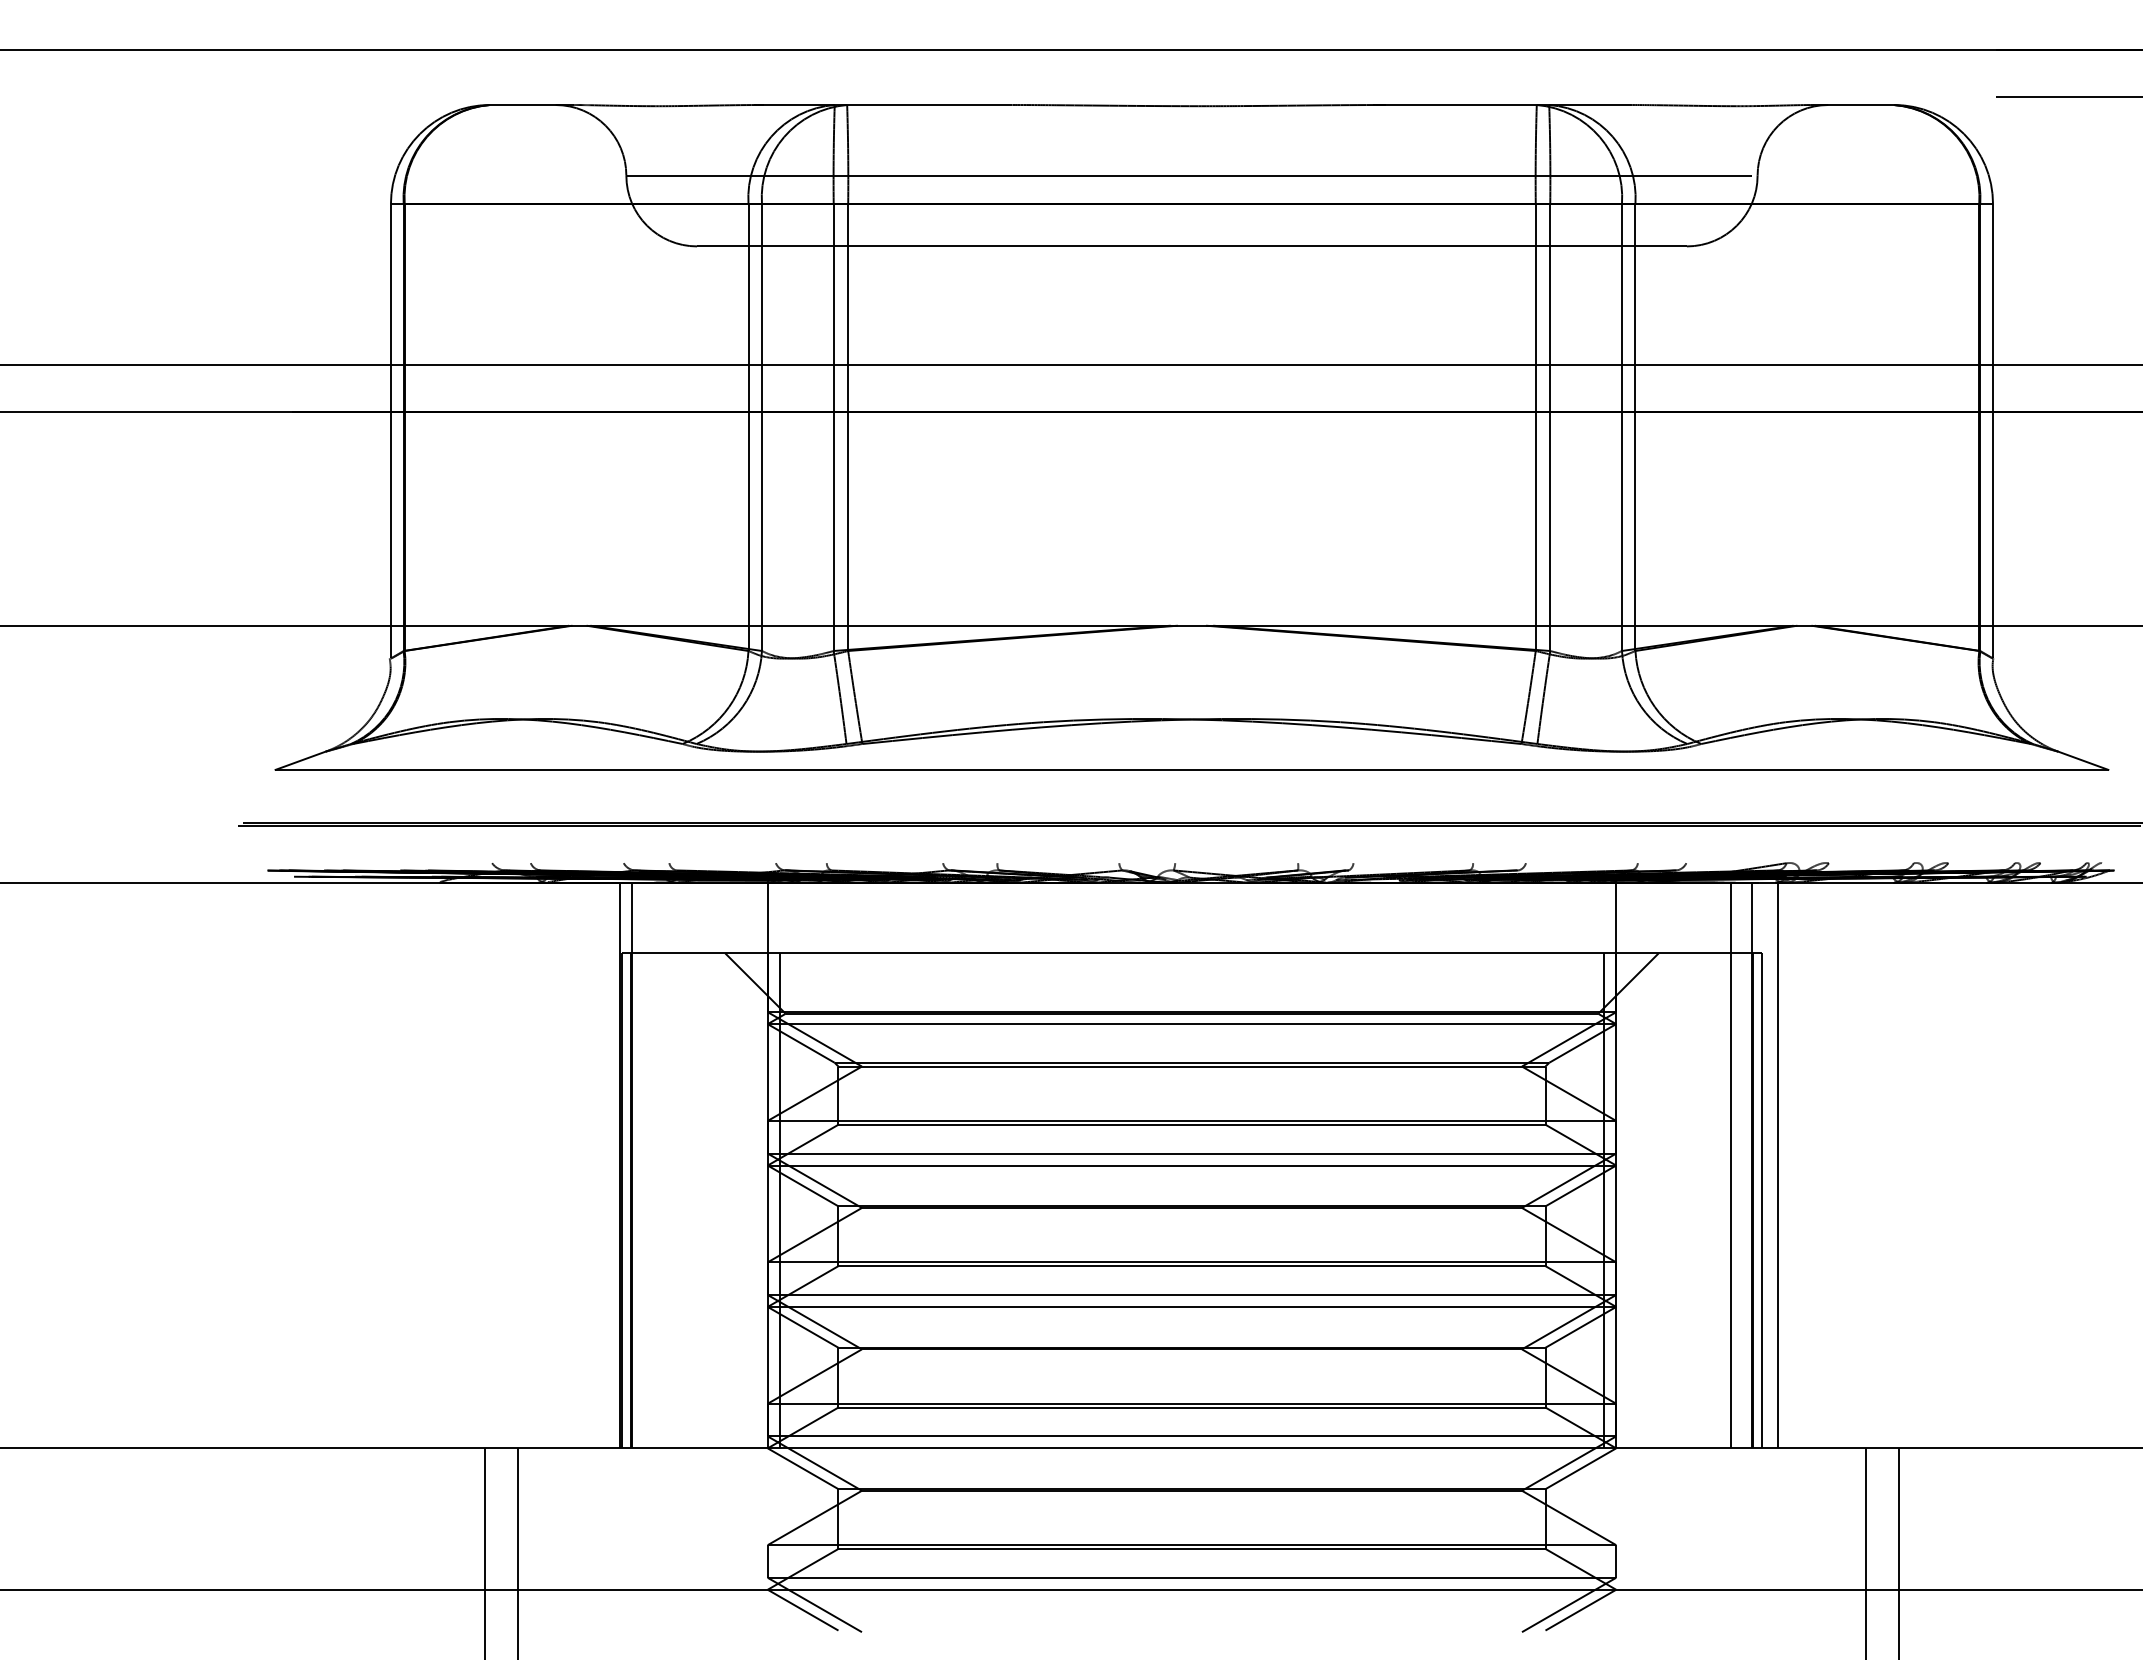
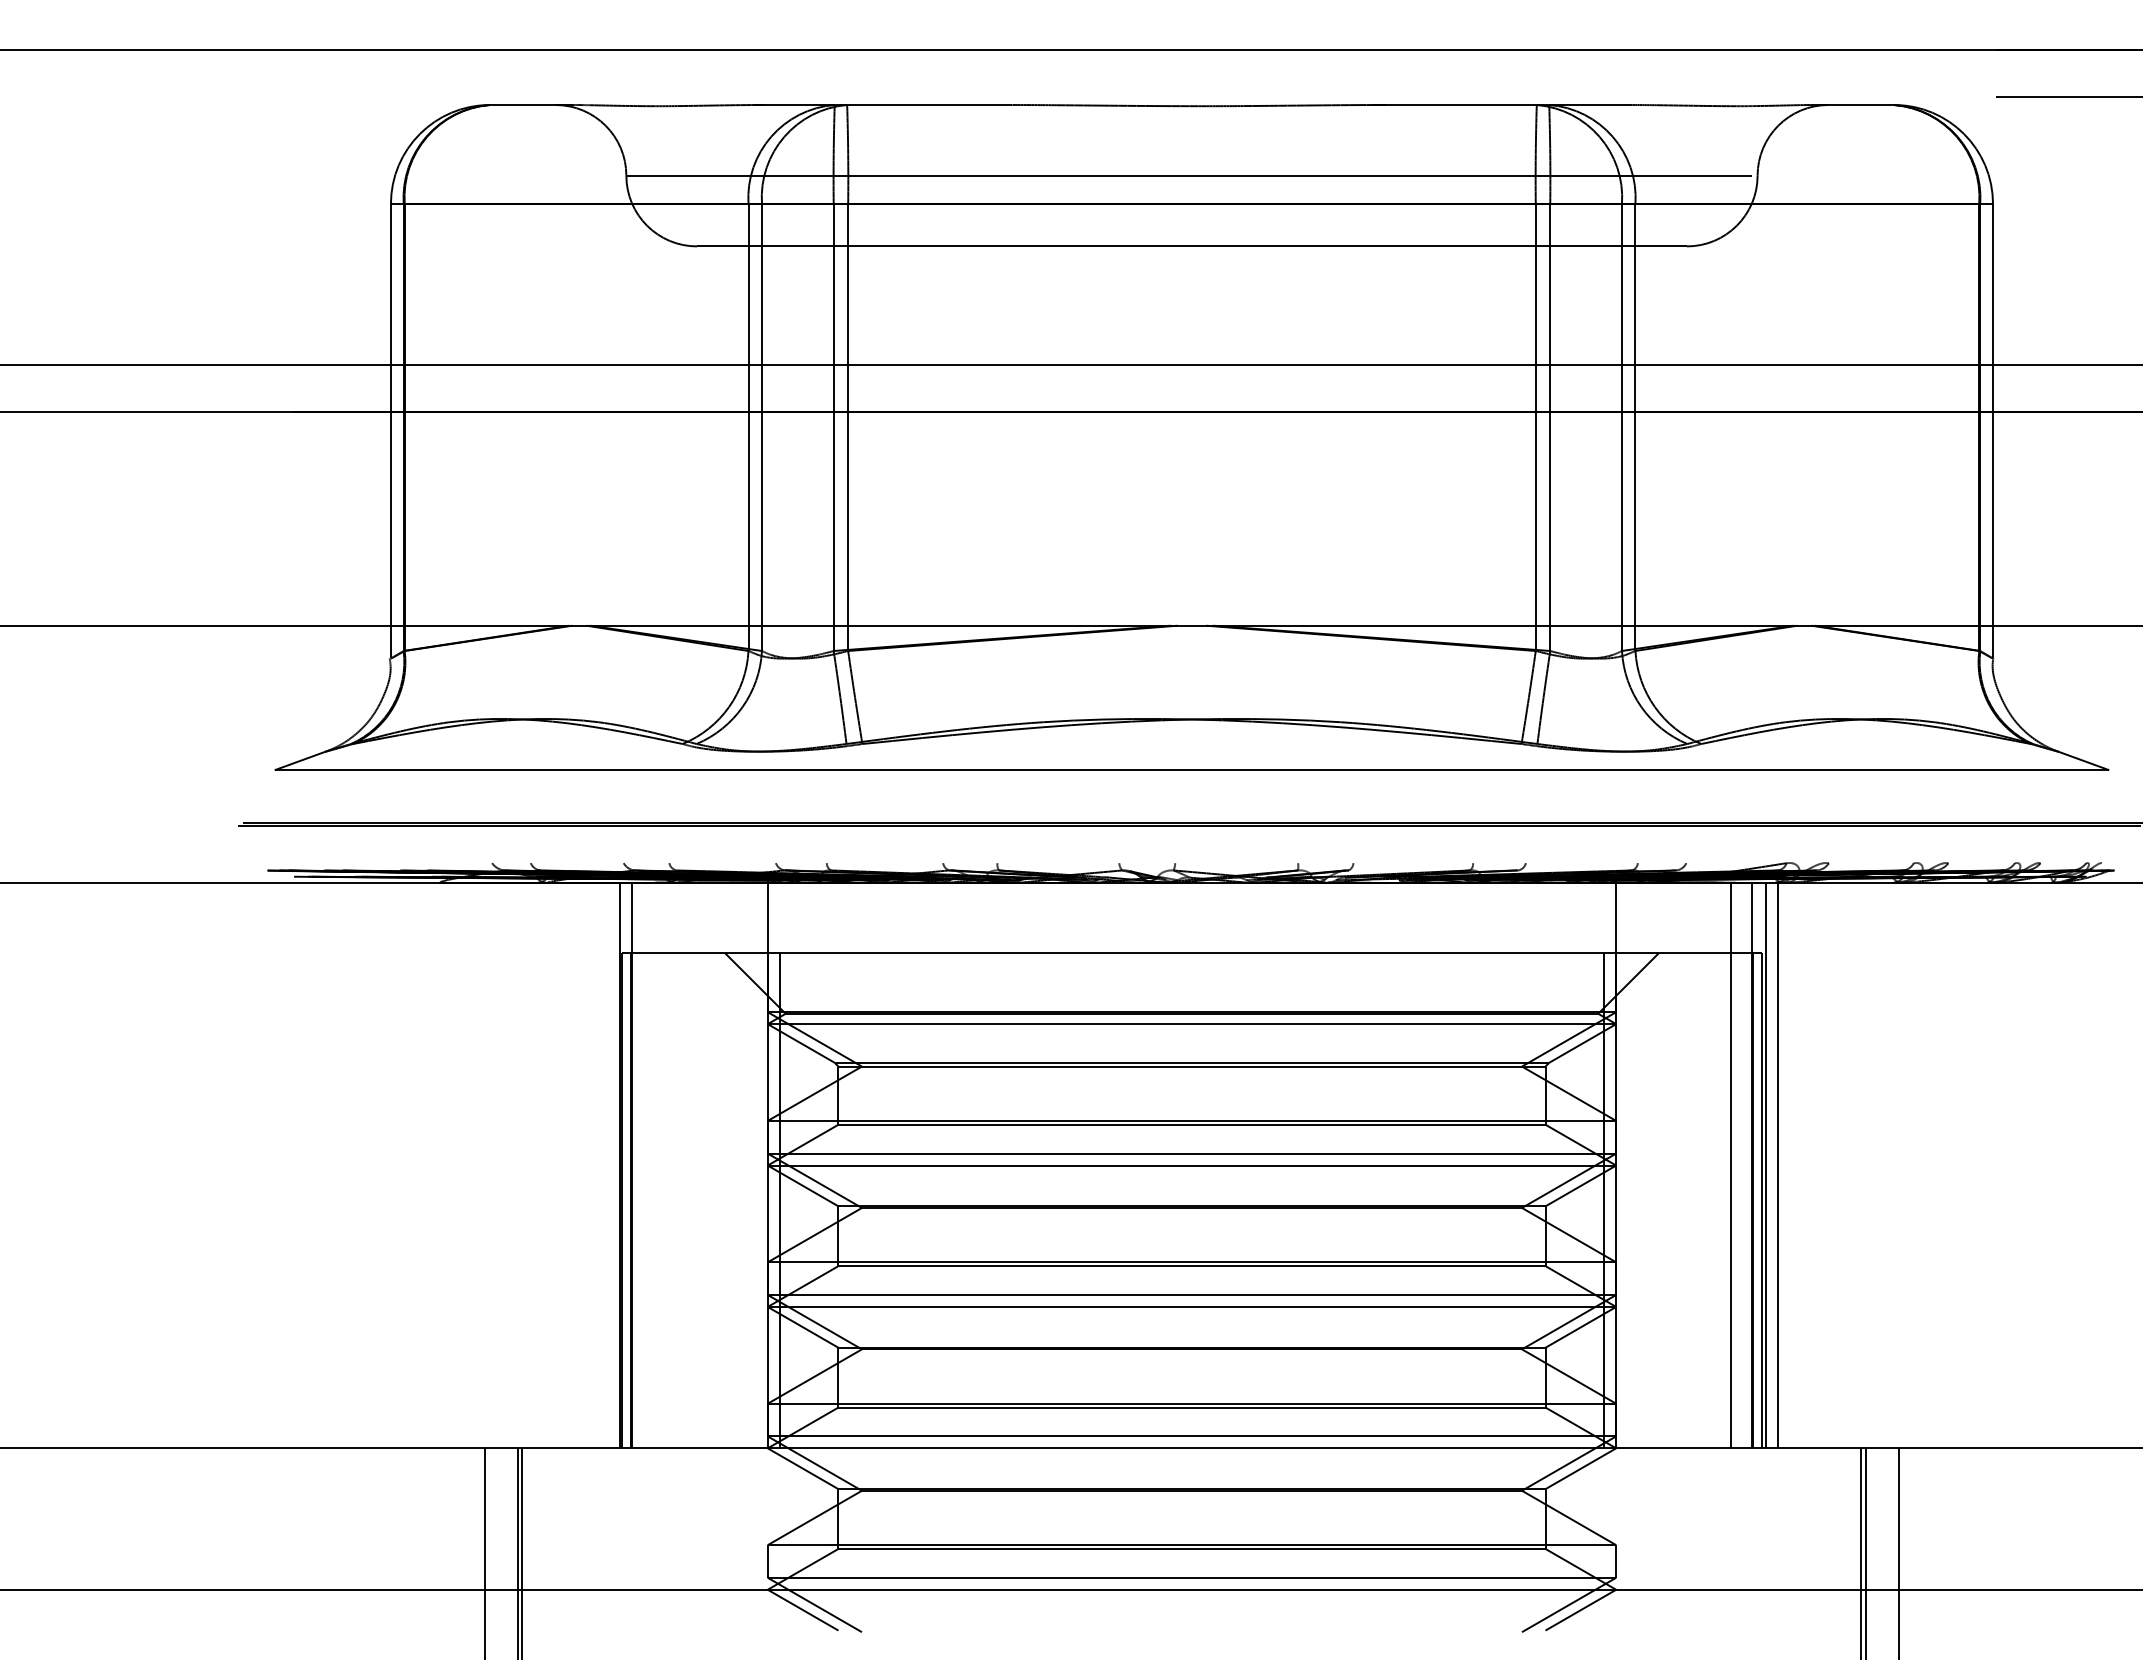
line at (1765, 1165): none -> present
line at (522, 1552): none -> present
line at (1861, 1552): none -> present
